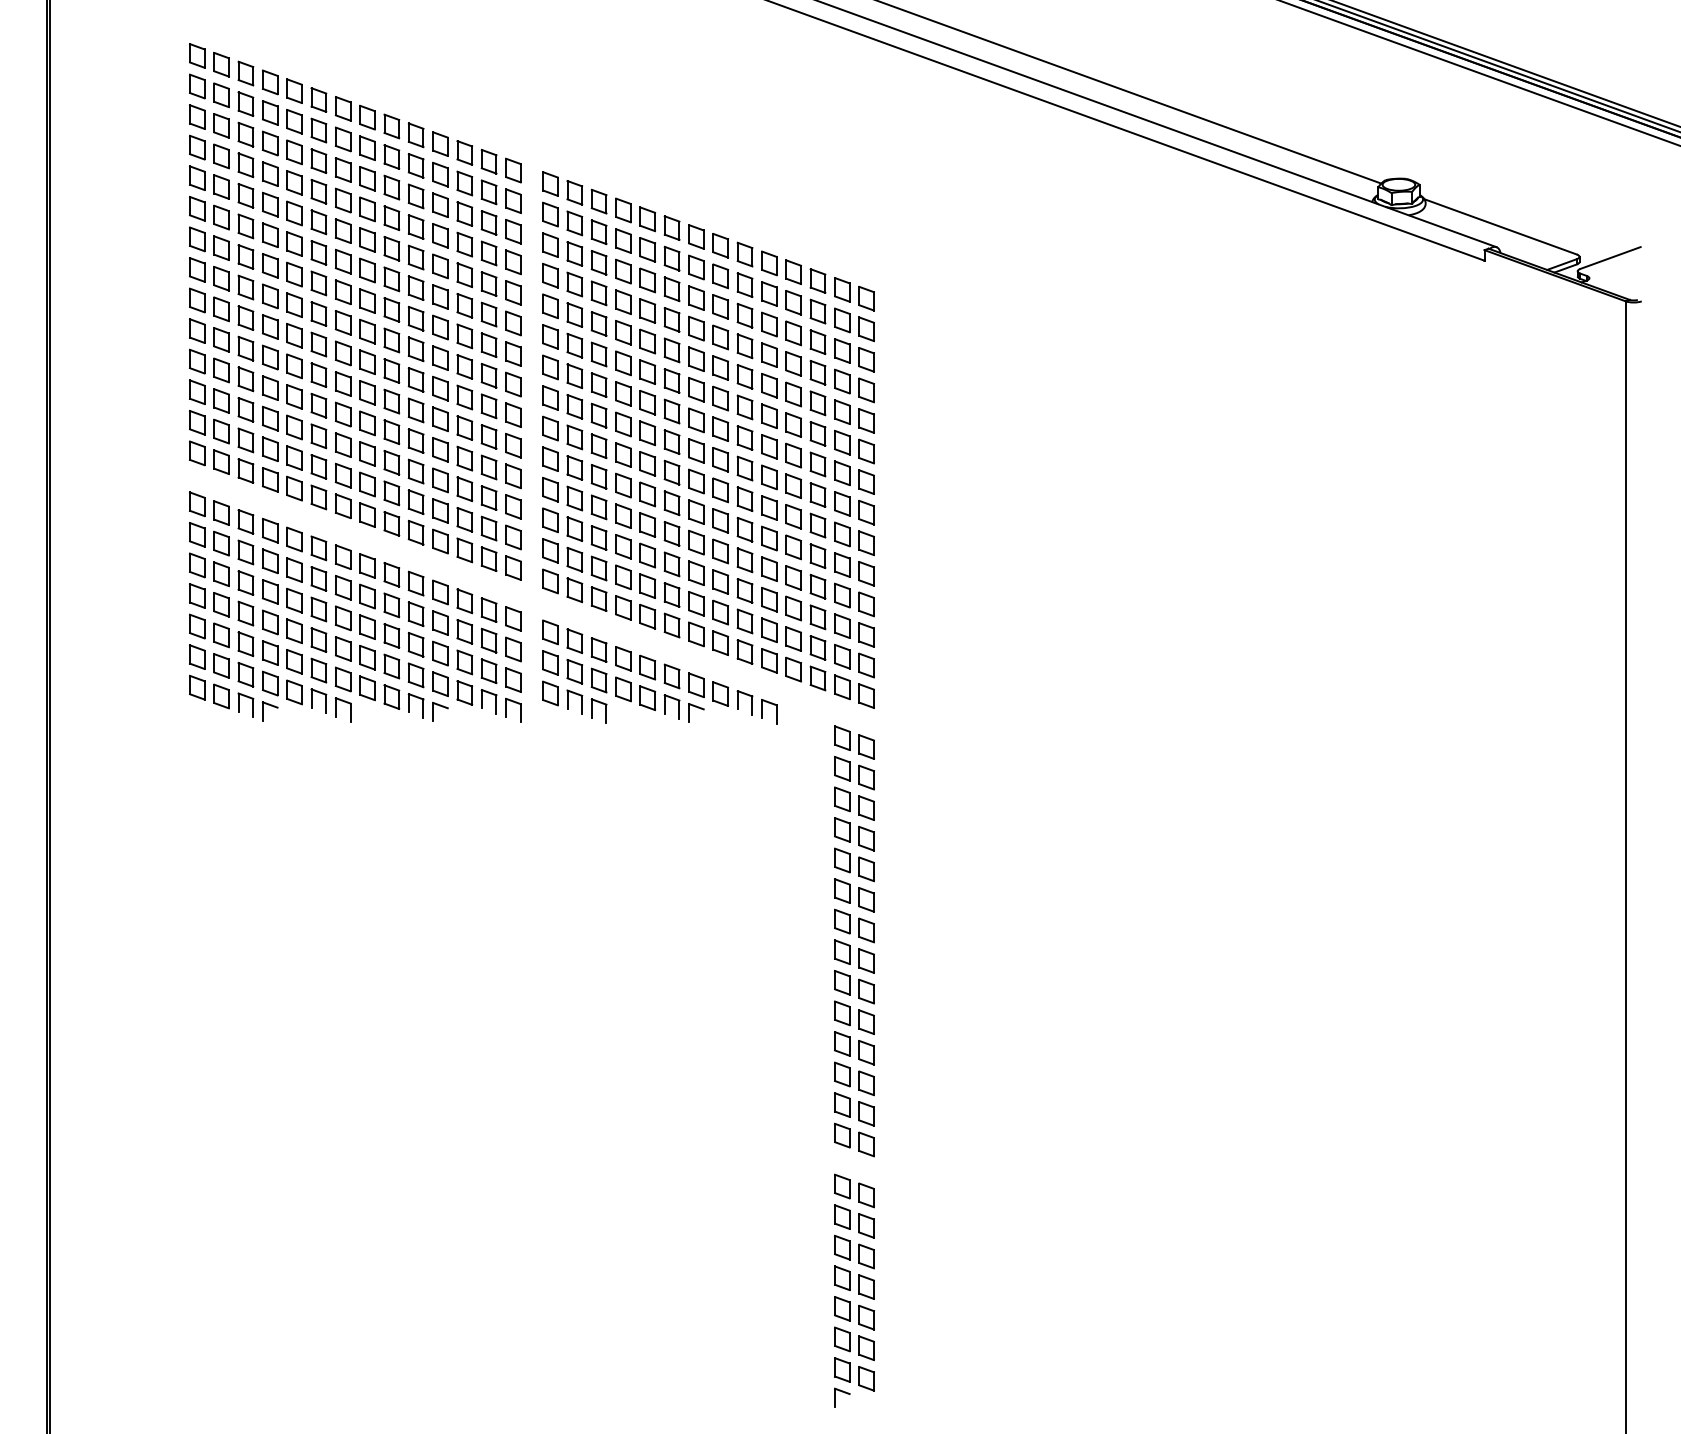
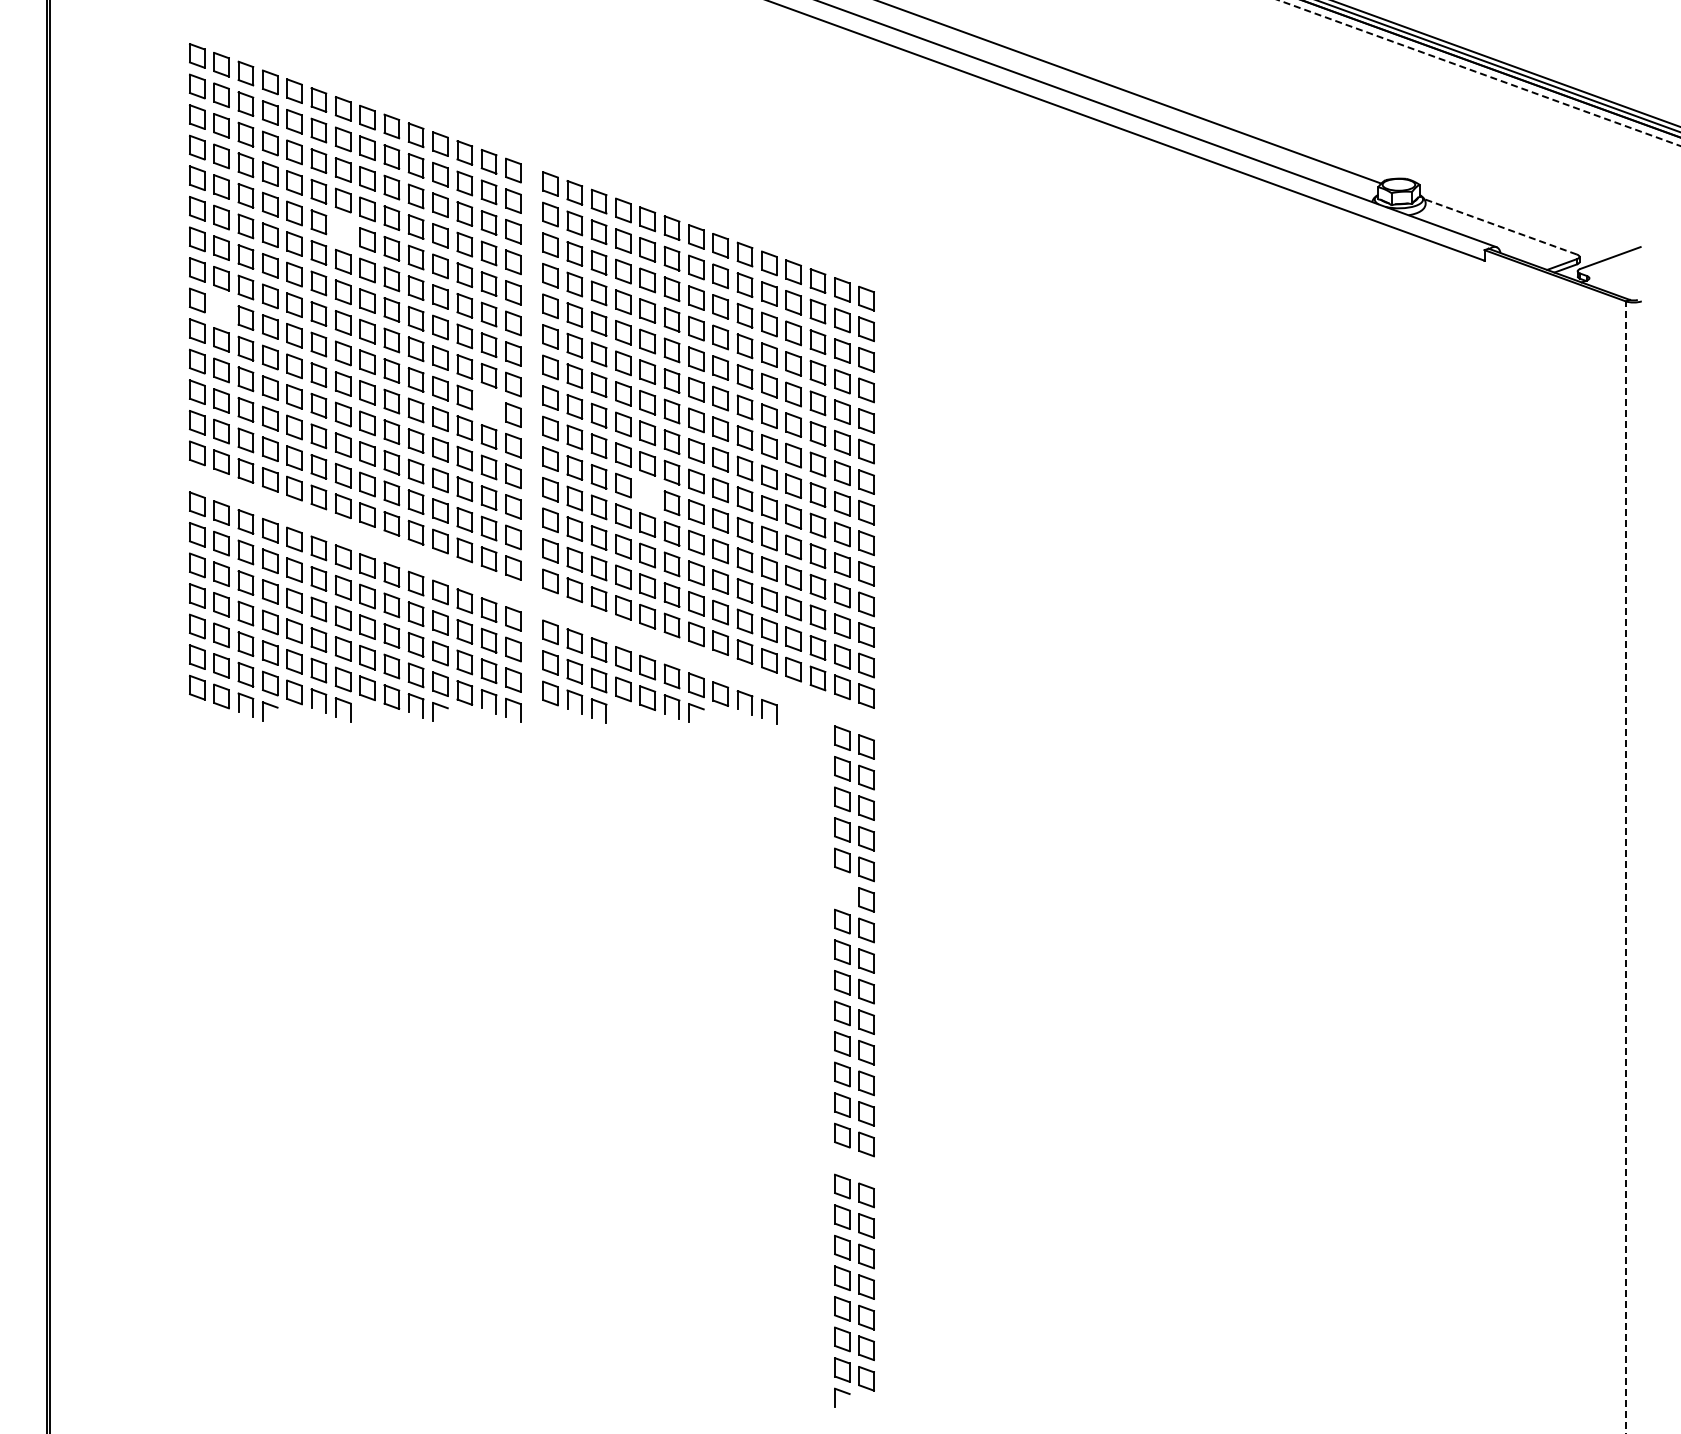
line at (1479, 73): solid -> dashed
line at (1500, 226): solid -> dashed
part at (342, 230): present -> none
part at (221, 309): present -> none
part at (488, 406): present -> none
part at (647, 494): present -> none
line at (1625, 866): solid -> dashed
part at (842, 890): present -> none
